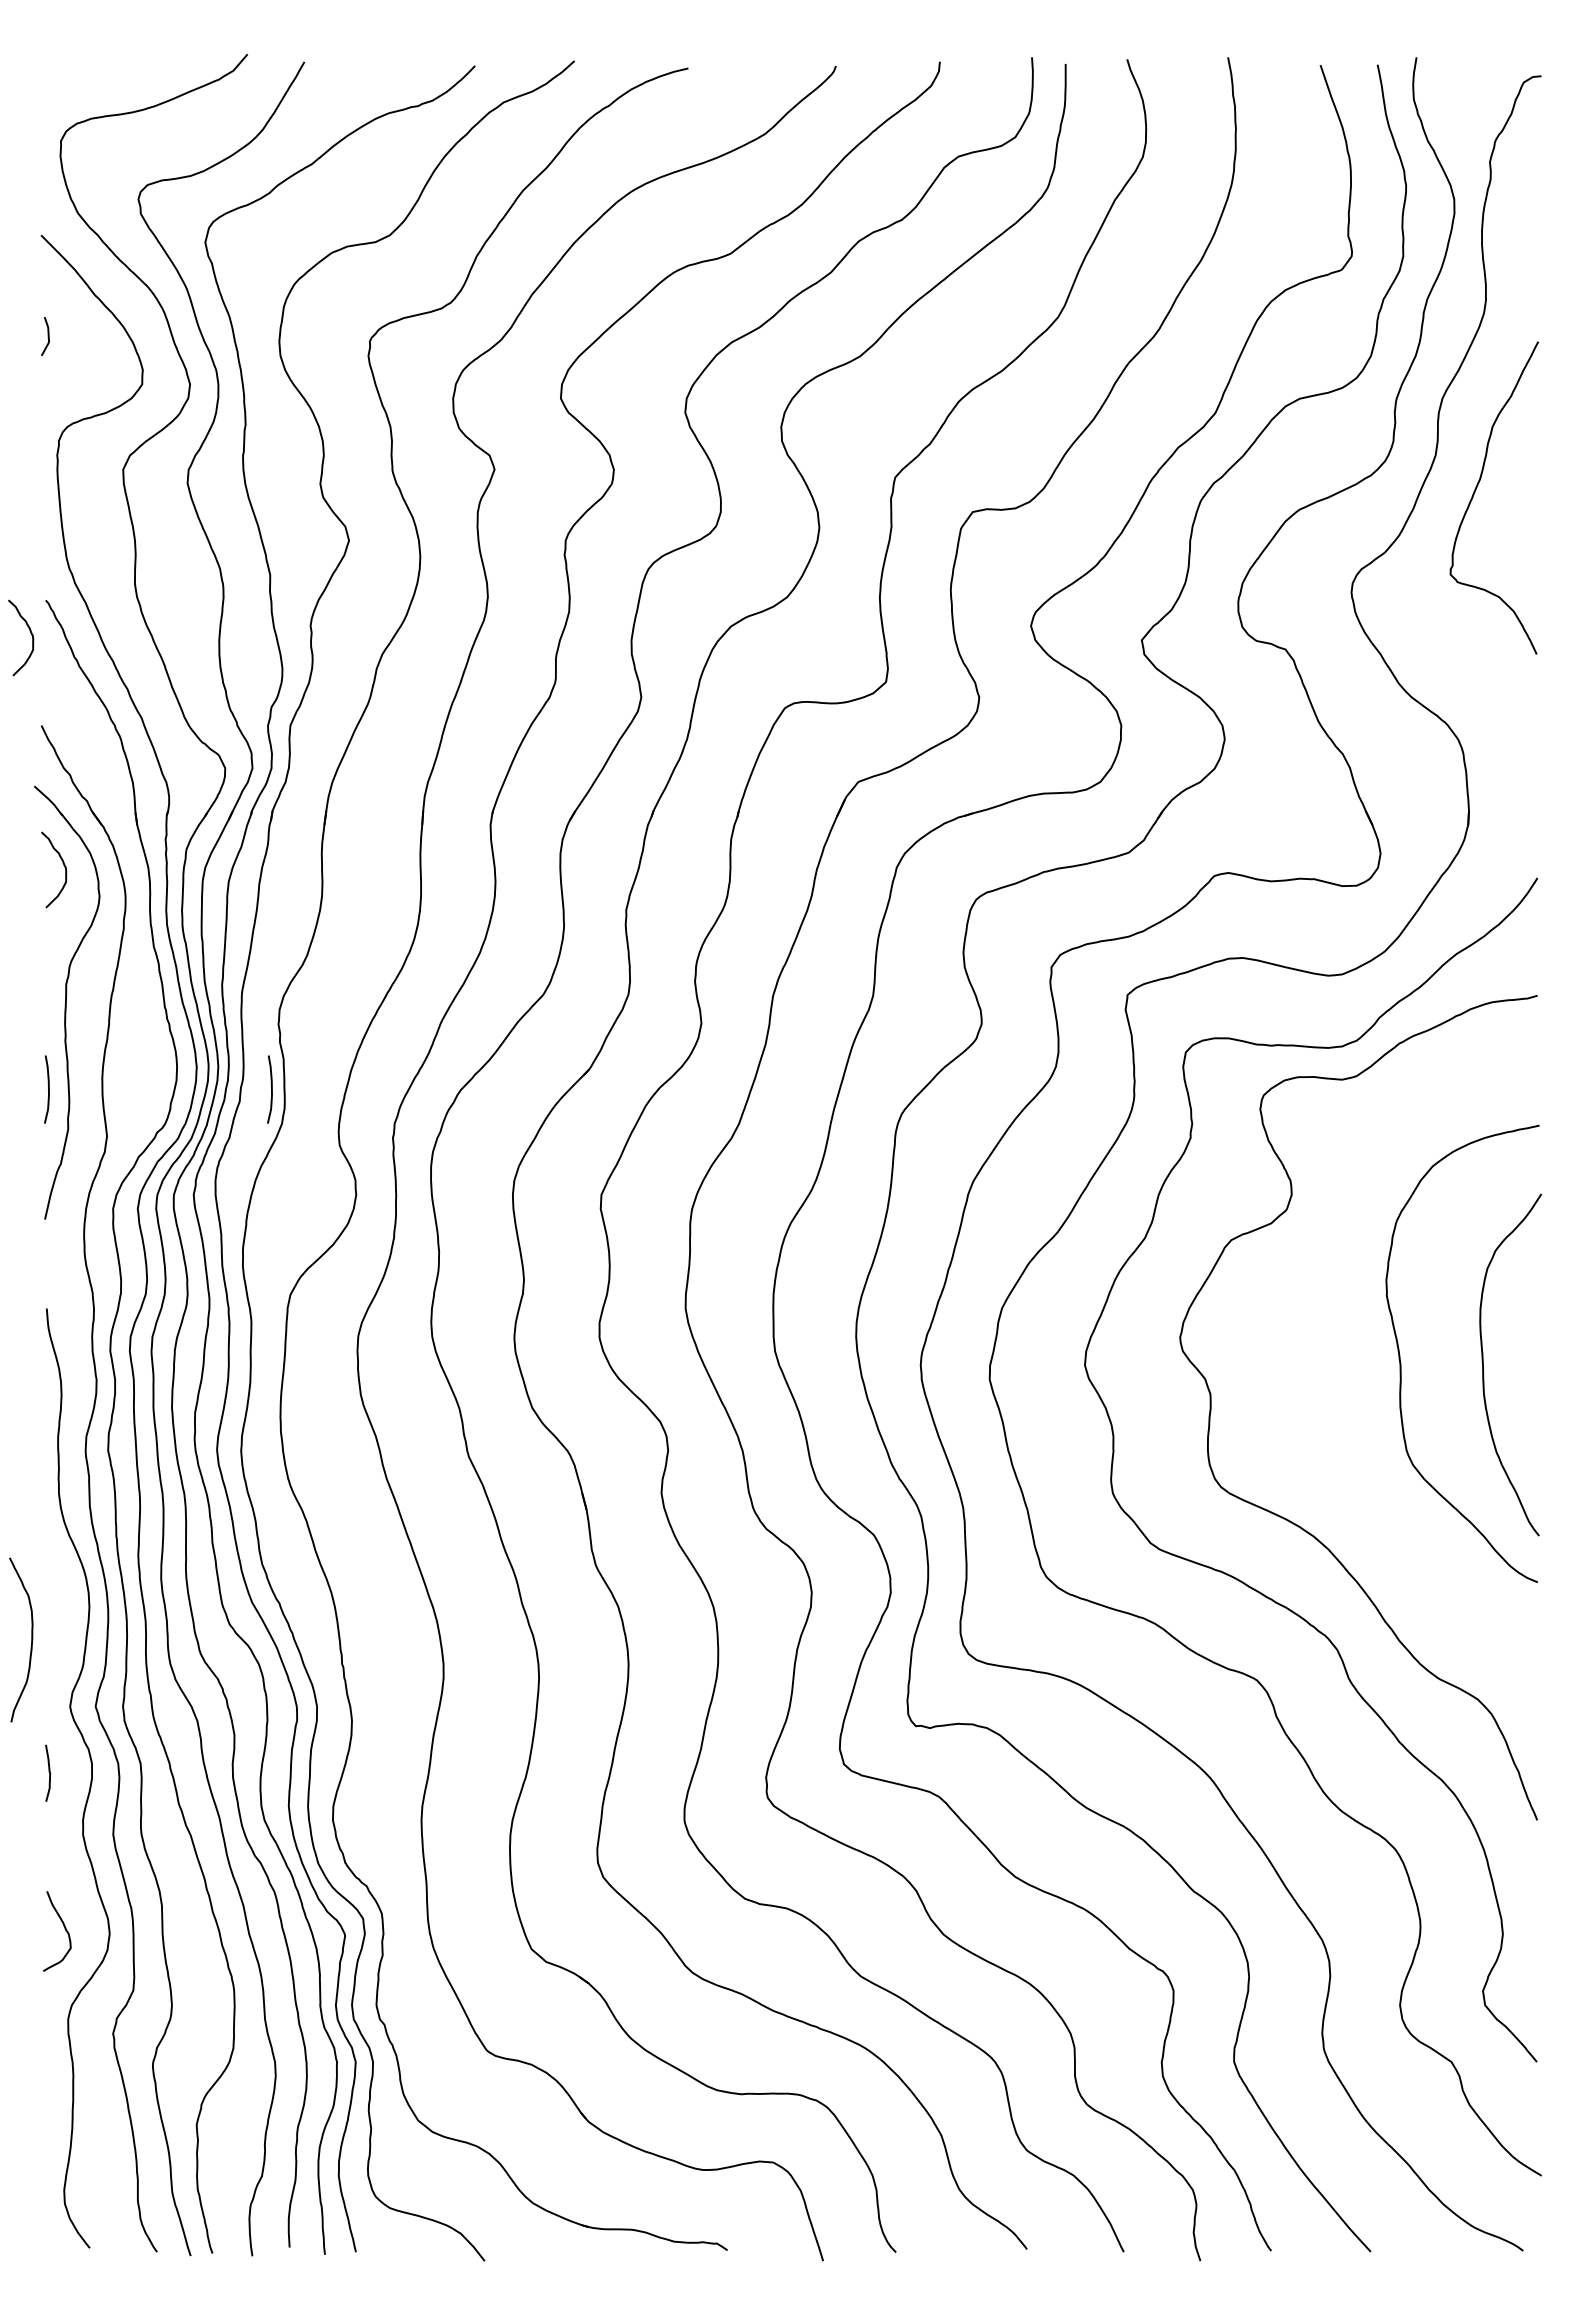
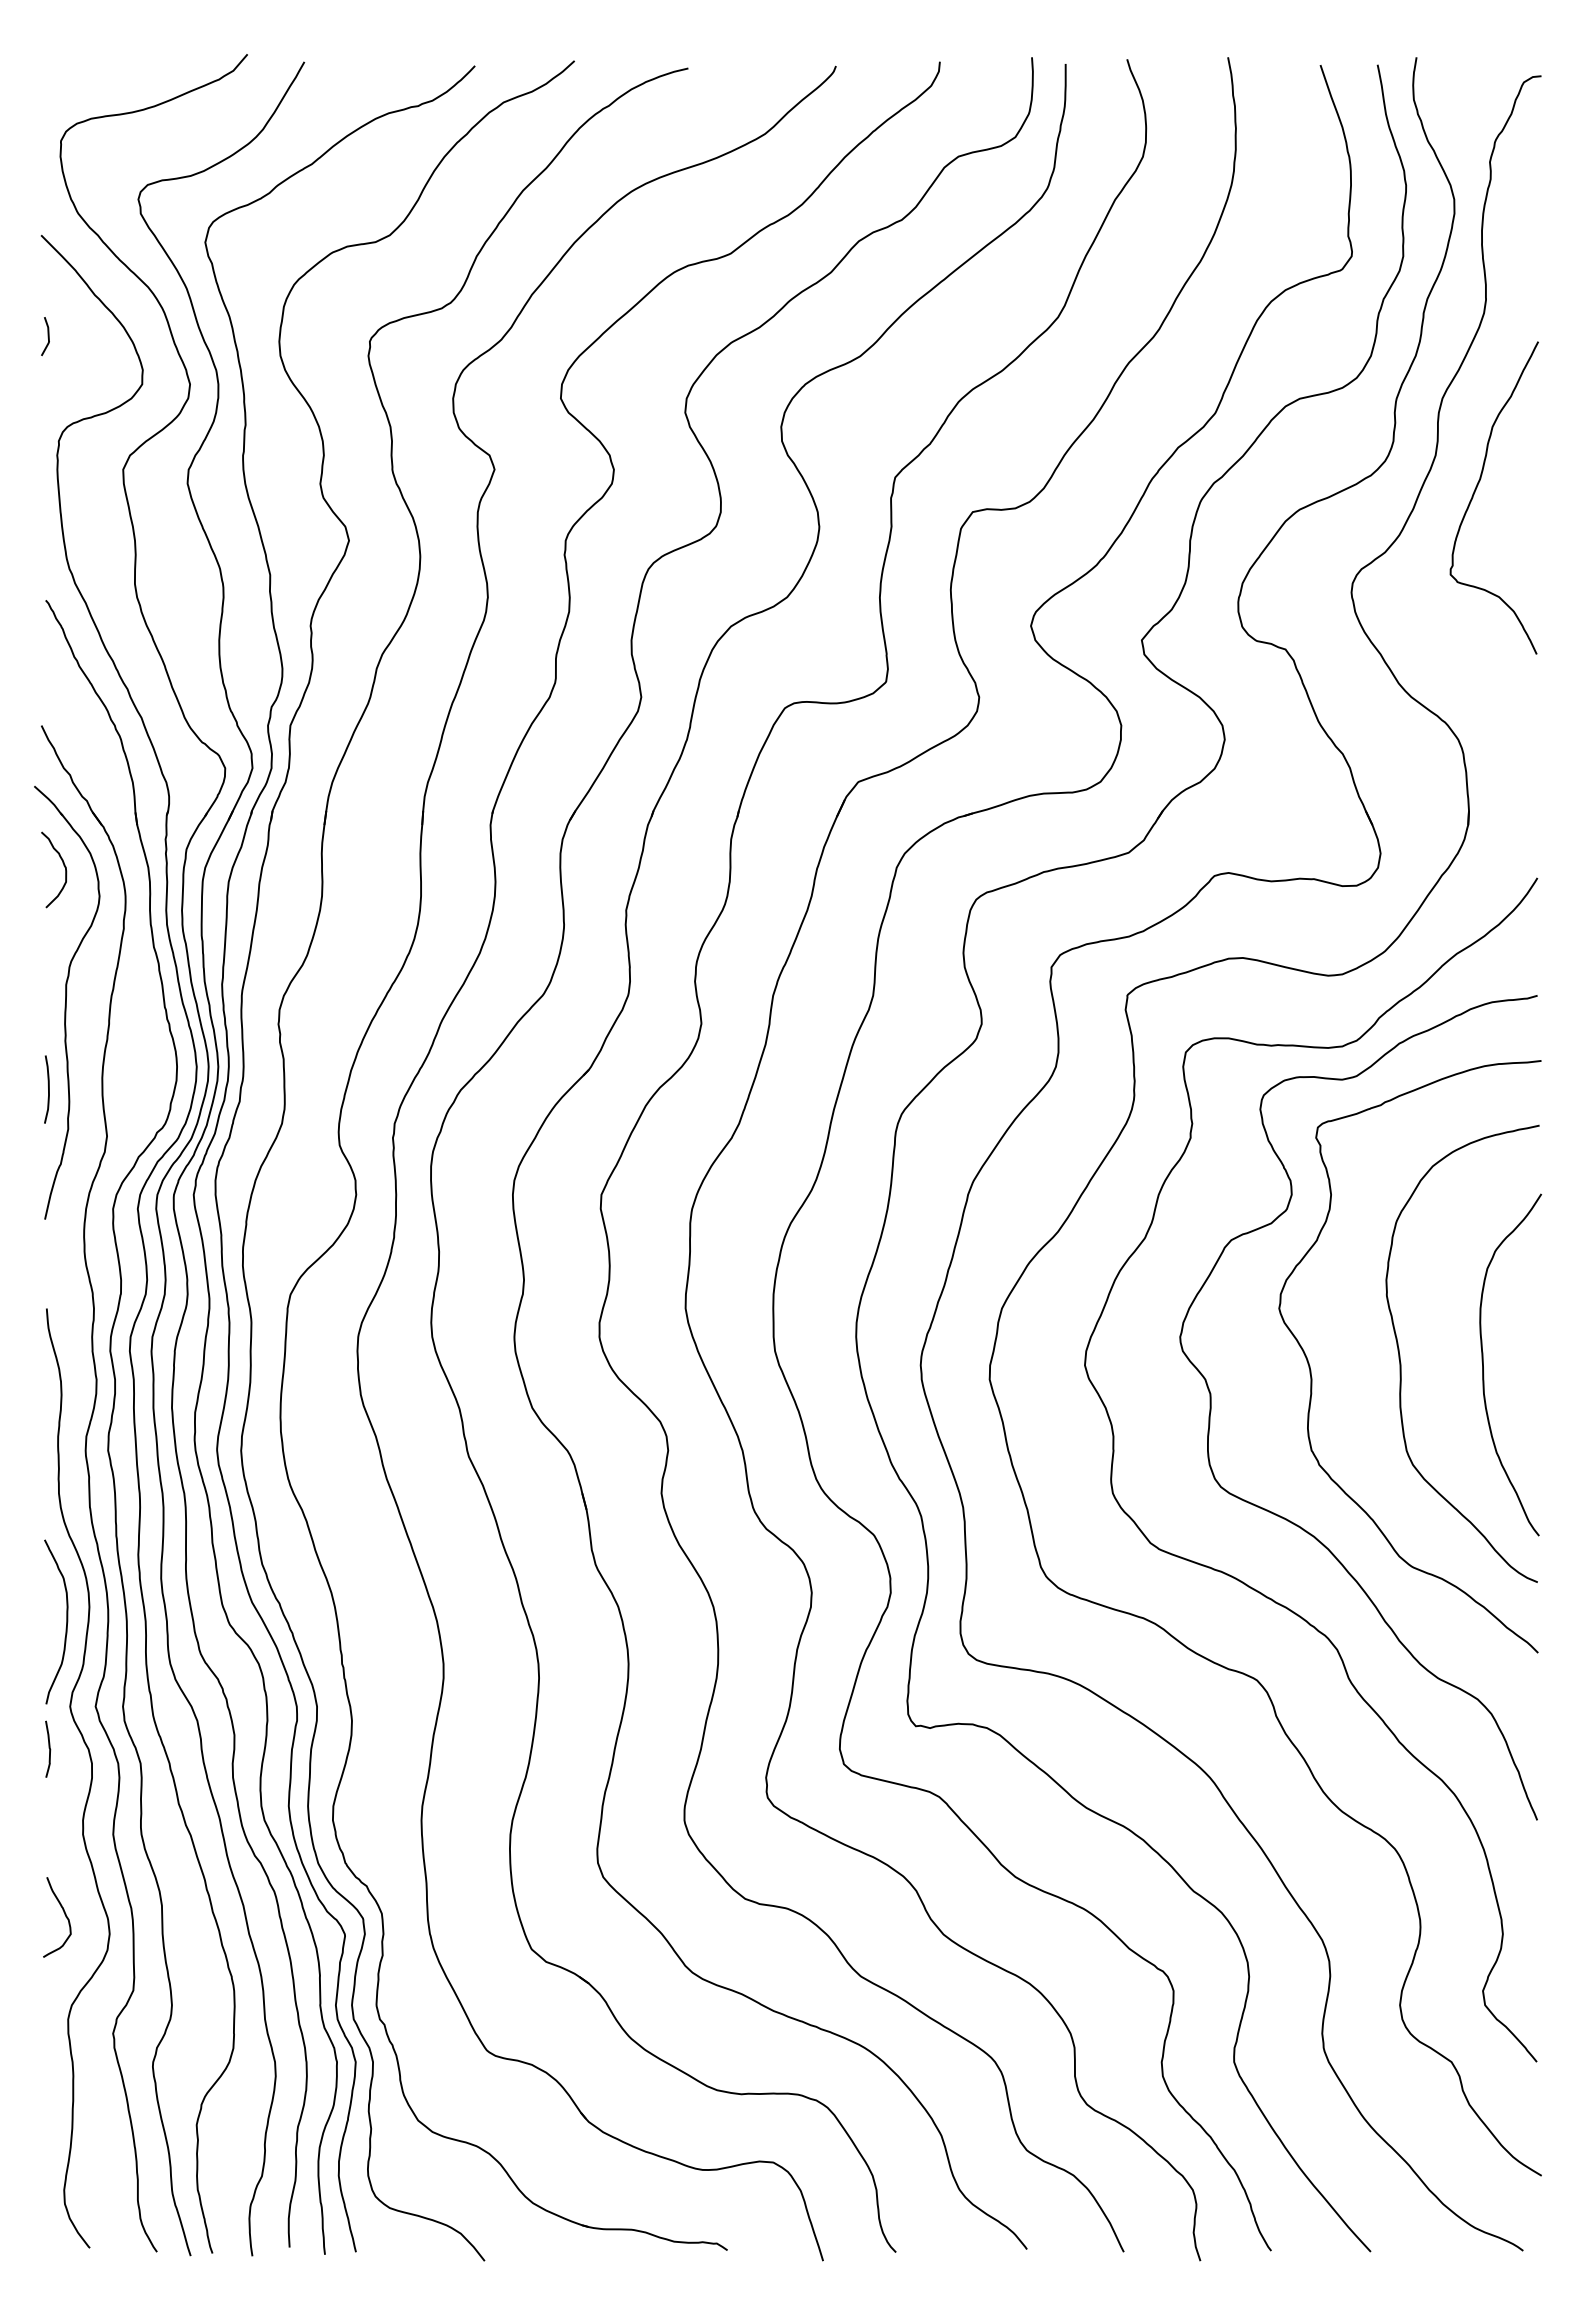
curve at (30, 633): present -> none
curve at (271, 1089): present -> none
curve at (1311, 1370): none -> present
curve at (31, 1639) position: (31, 1639) -> (66, 1621)
curve at (48, 1772) position: (48, 1772) -> (48, 1748)
curve at (64, 1928) position: (64, 1928) -> (64, 1914)
